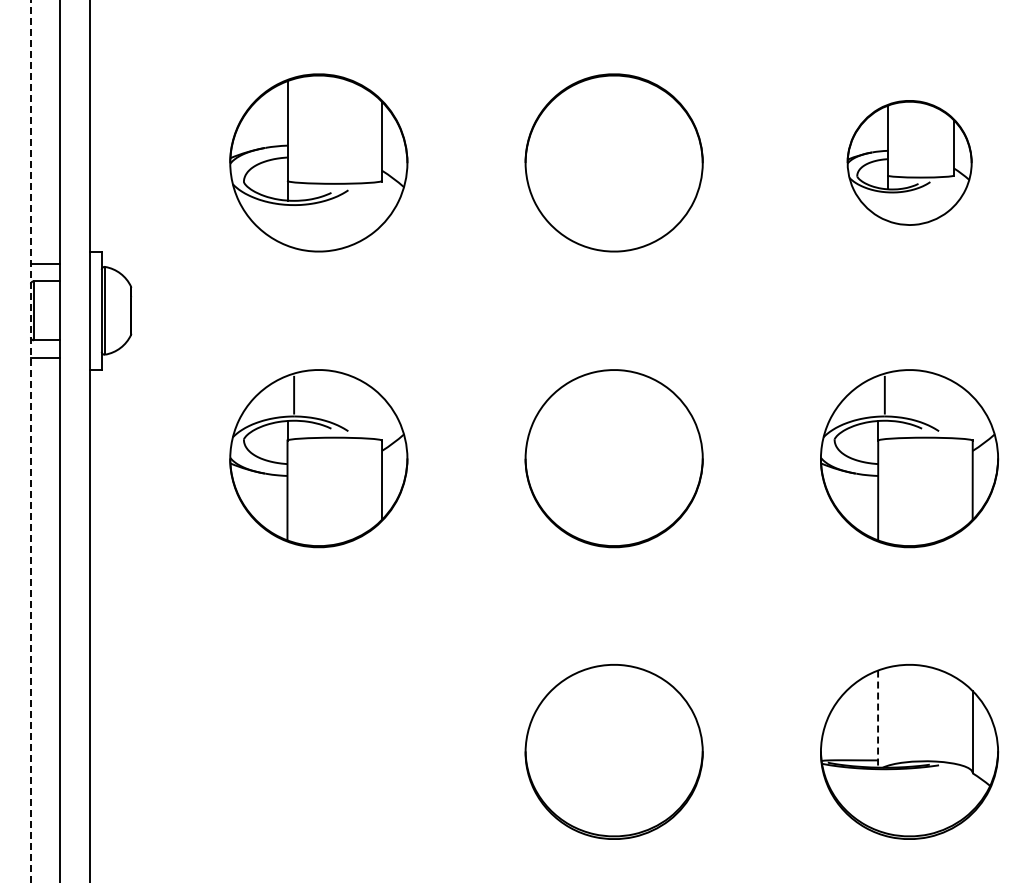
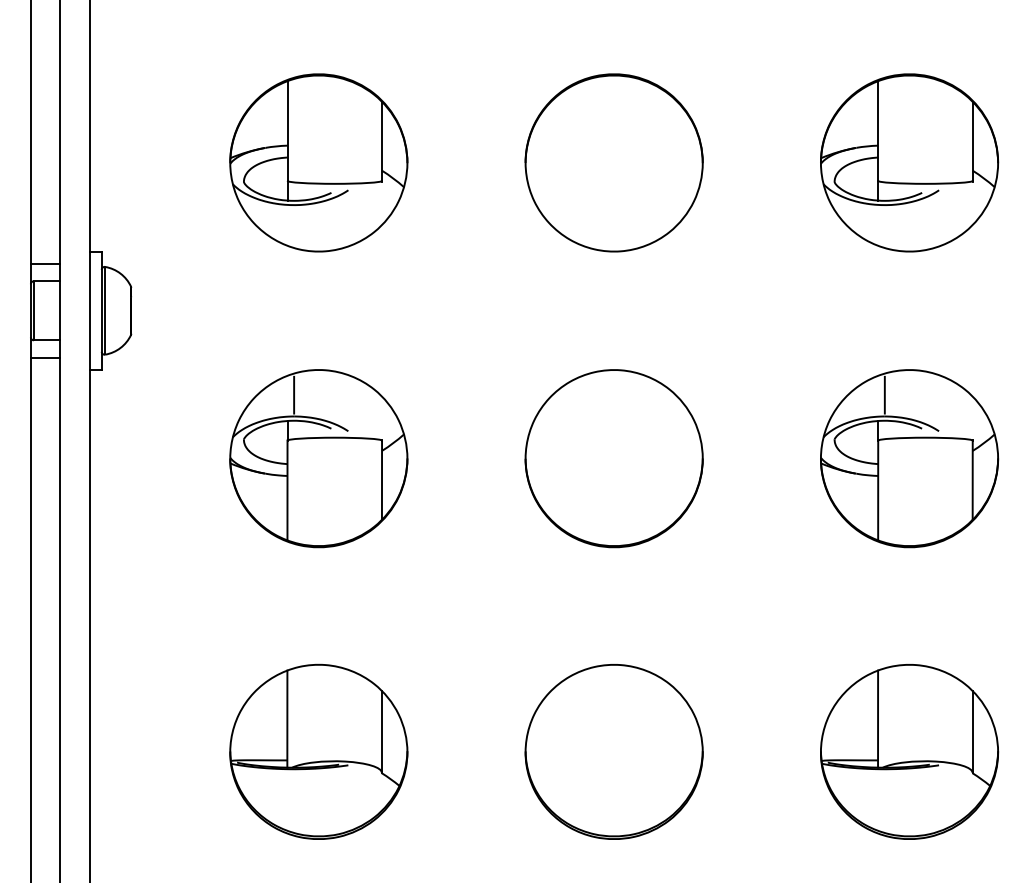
part at (909, 162) size: 127x126 px -> 180x180 px
line at (30, 441): dashed -> solid
line at (878, 719): dashed -> solid
part at (318, 751): none -> present
